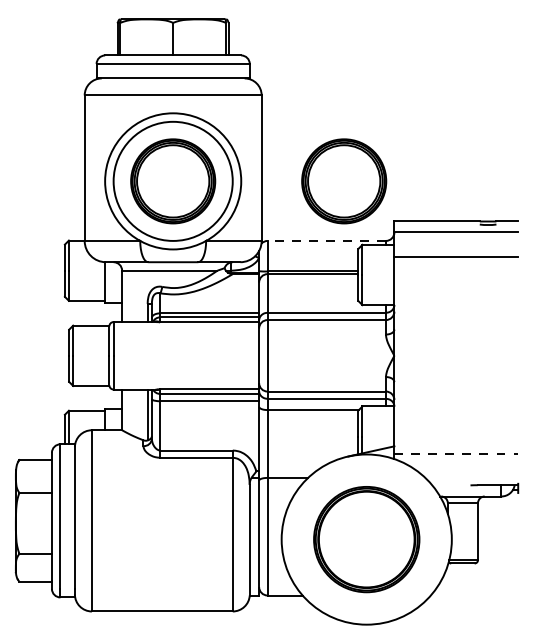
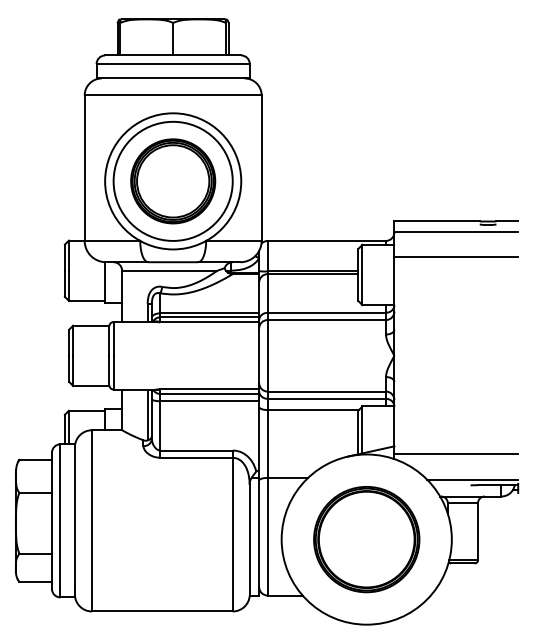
part at (344, 181): present -> none
line at (326, 240): dashed -> solid
line at (456, 454): dashed -> solid
line at (472, 479): none -> present
